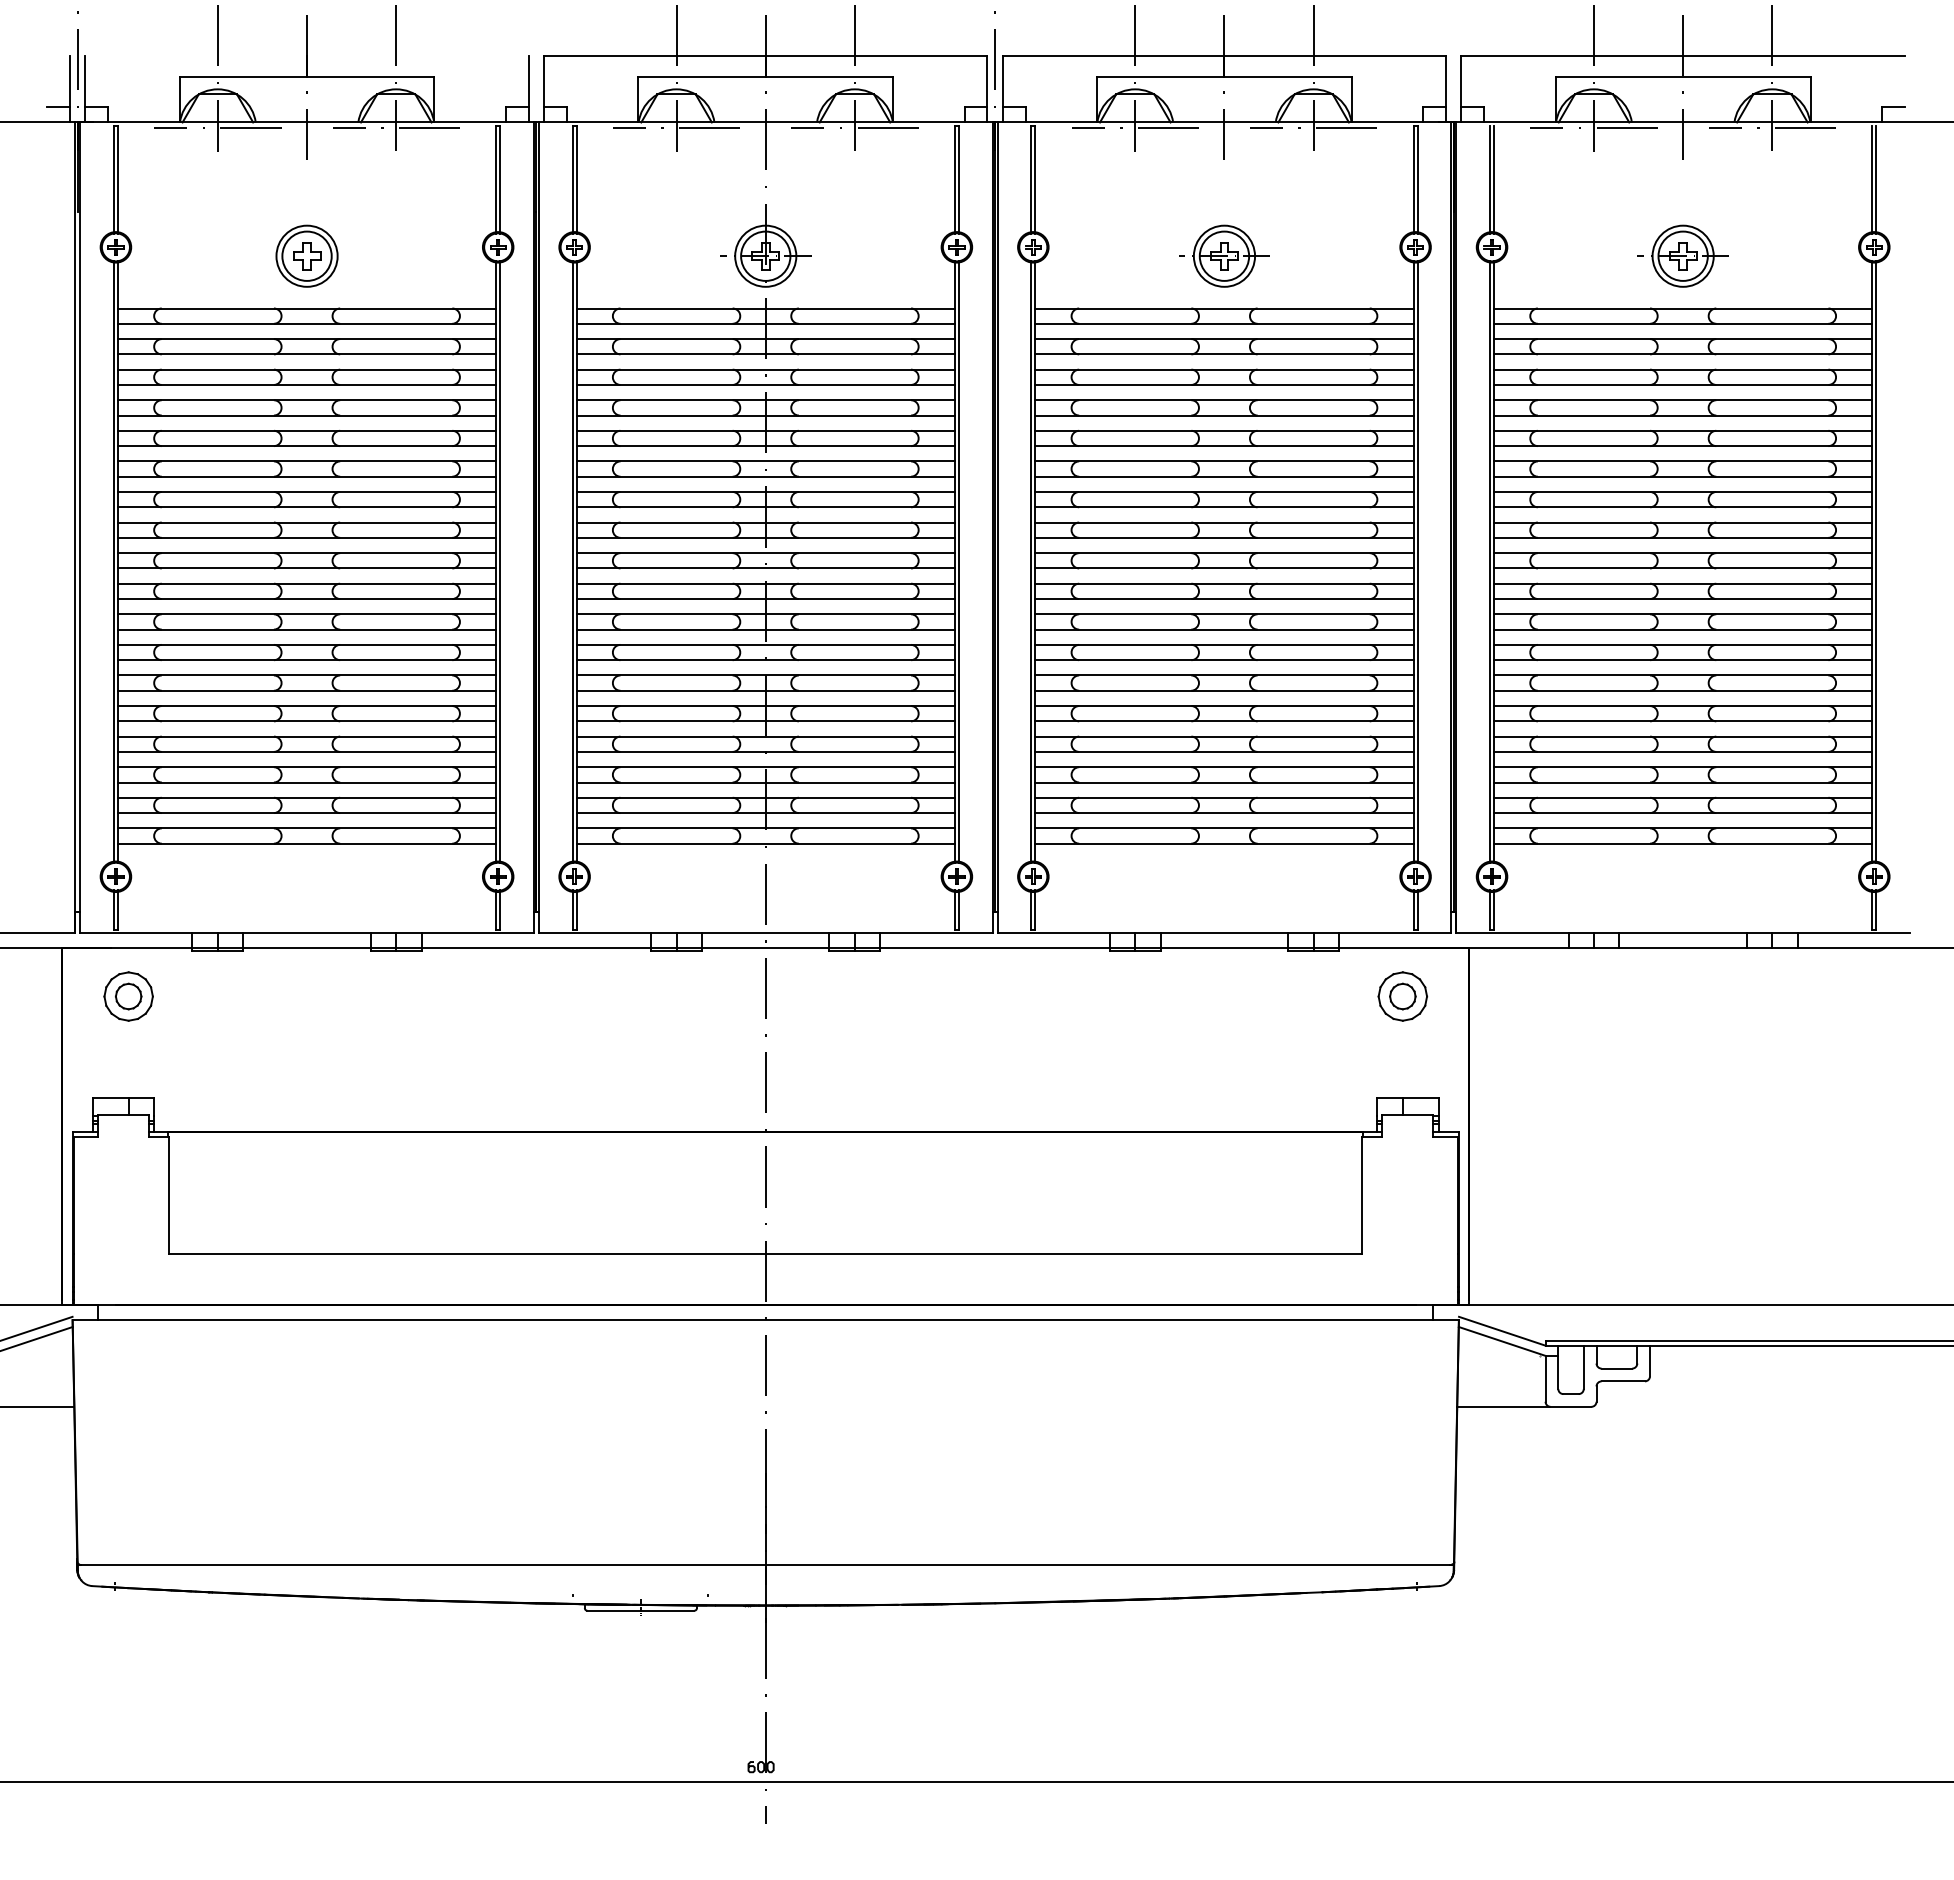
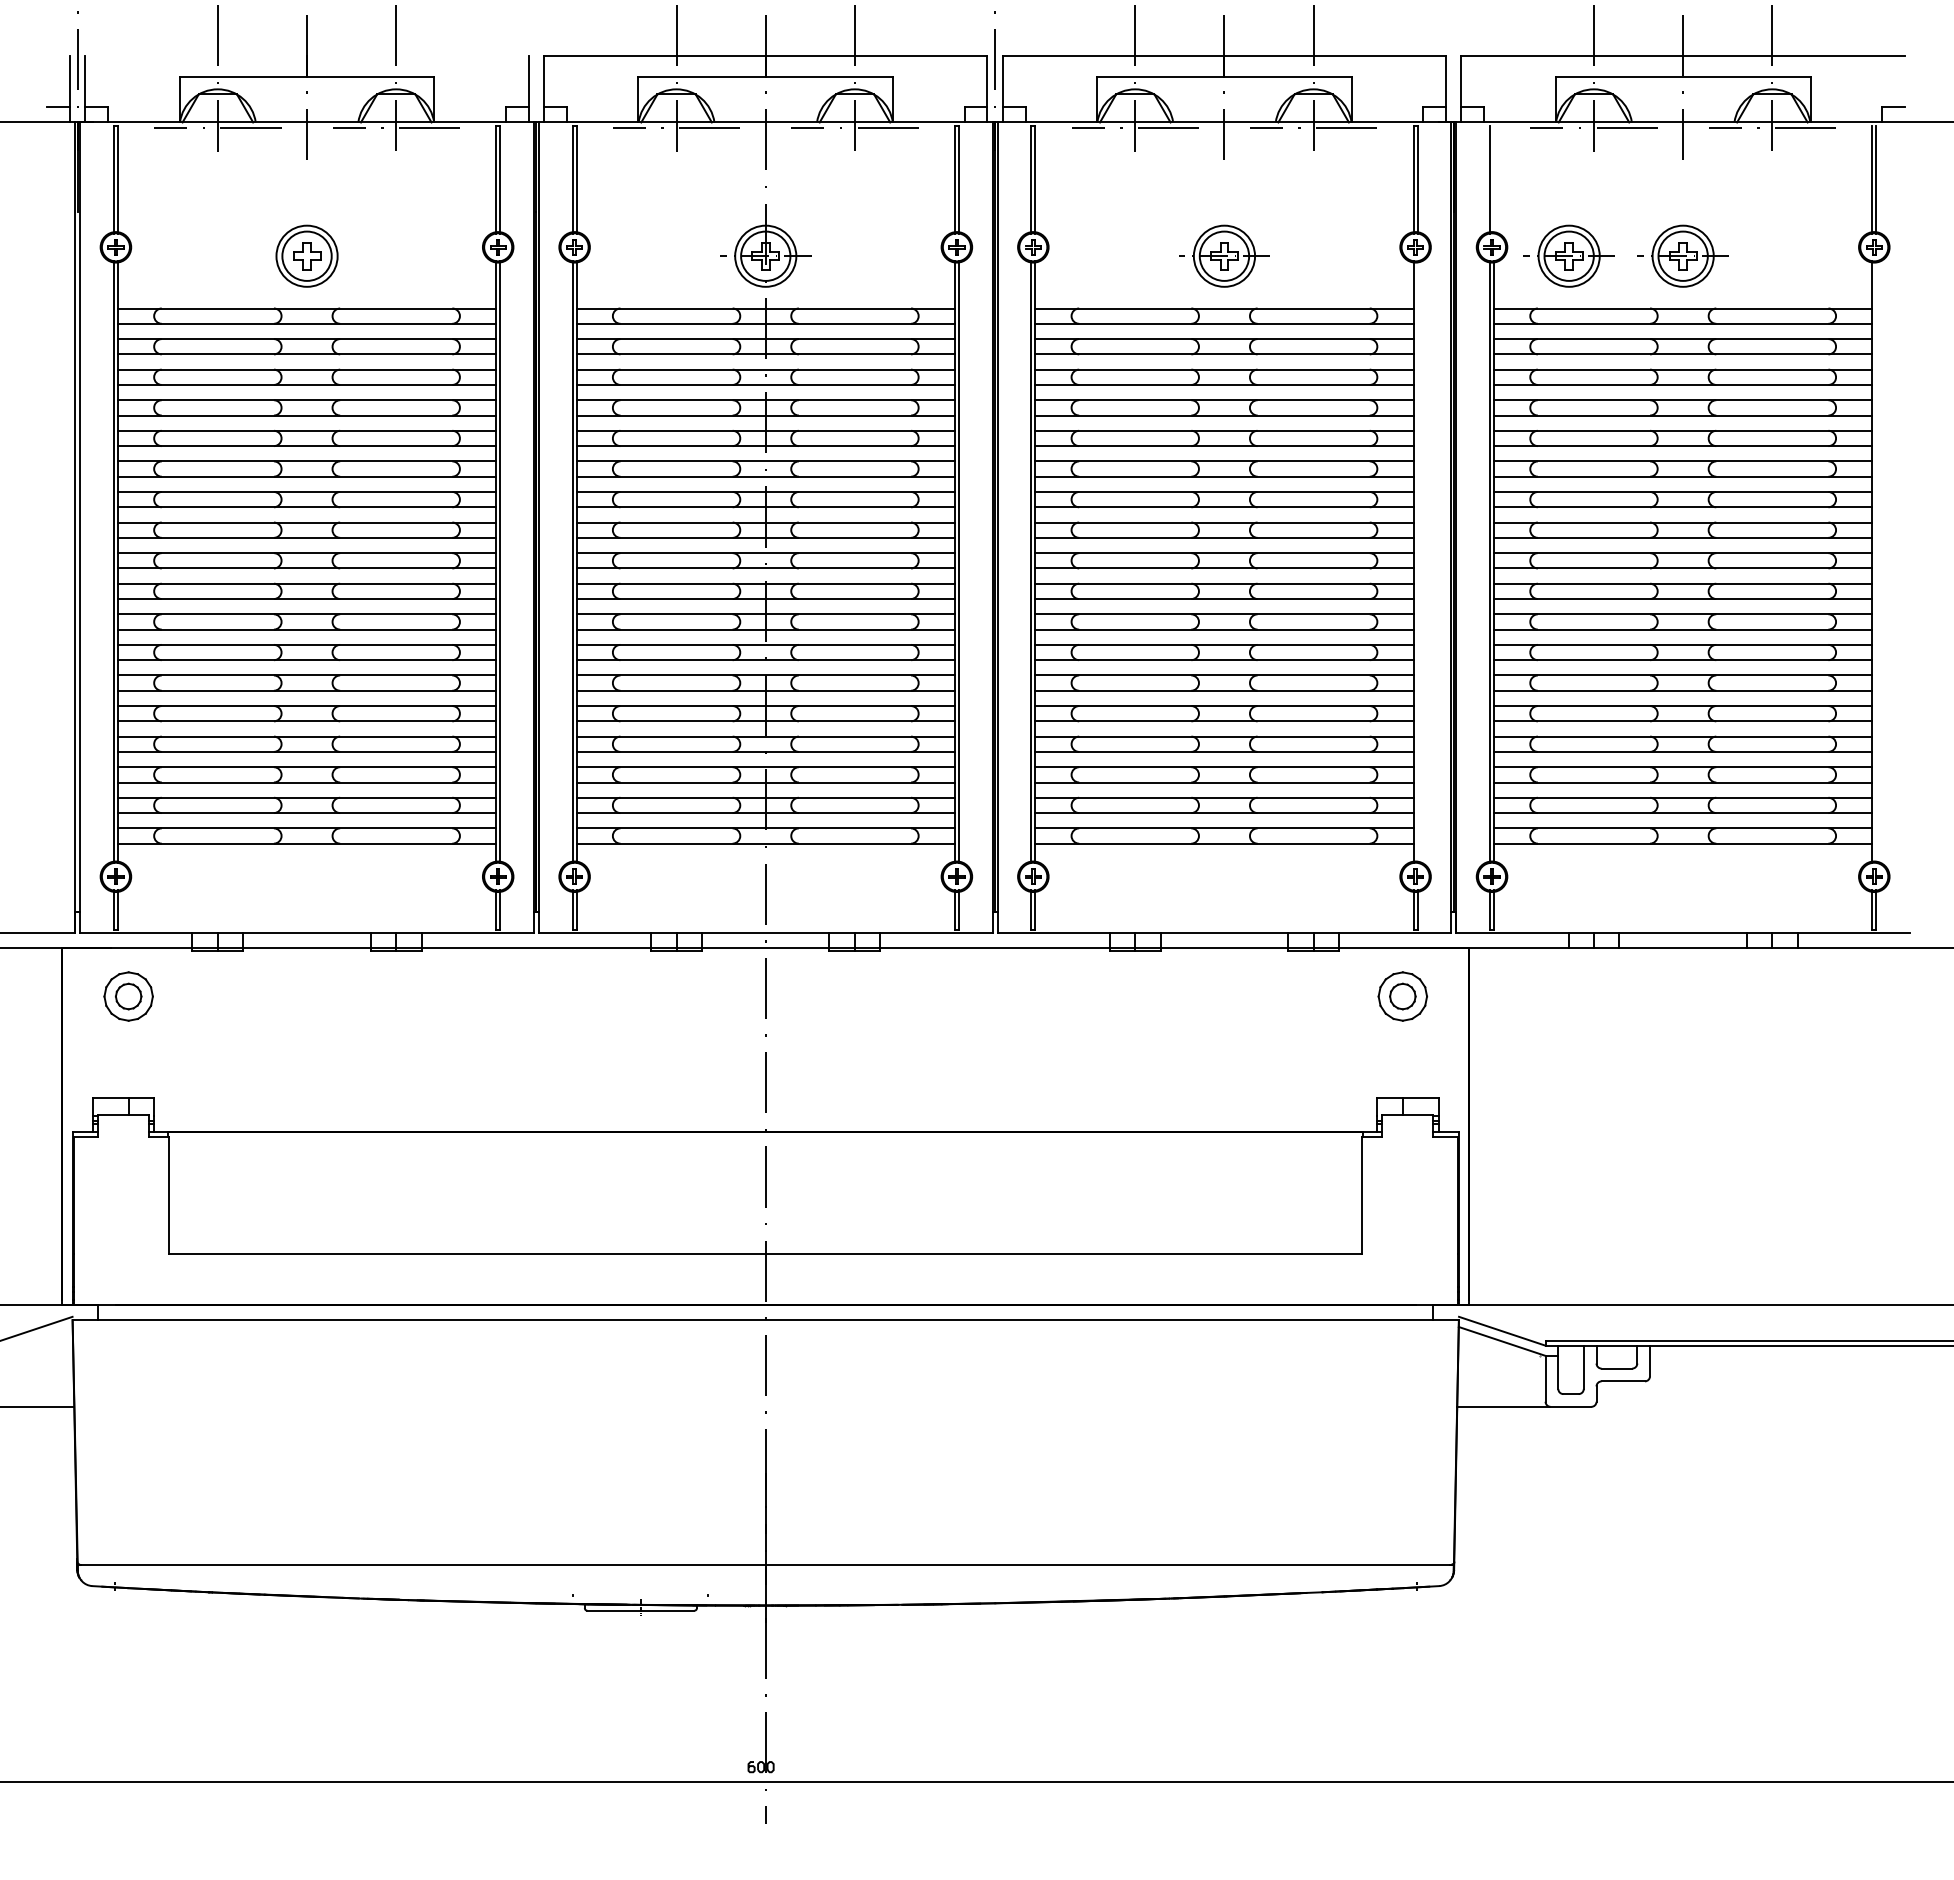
line at (1493, 179): present -> none
part at (1568, 255): none -> present
line at (1417, 561): present -> none
line at (1876, 561): present -> none
line at (37, 1338): present -> none
